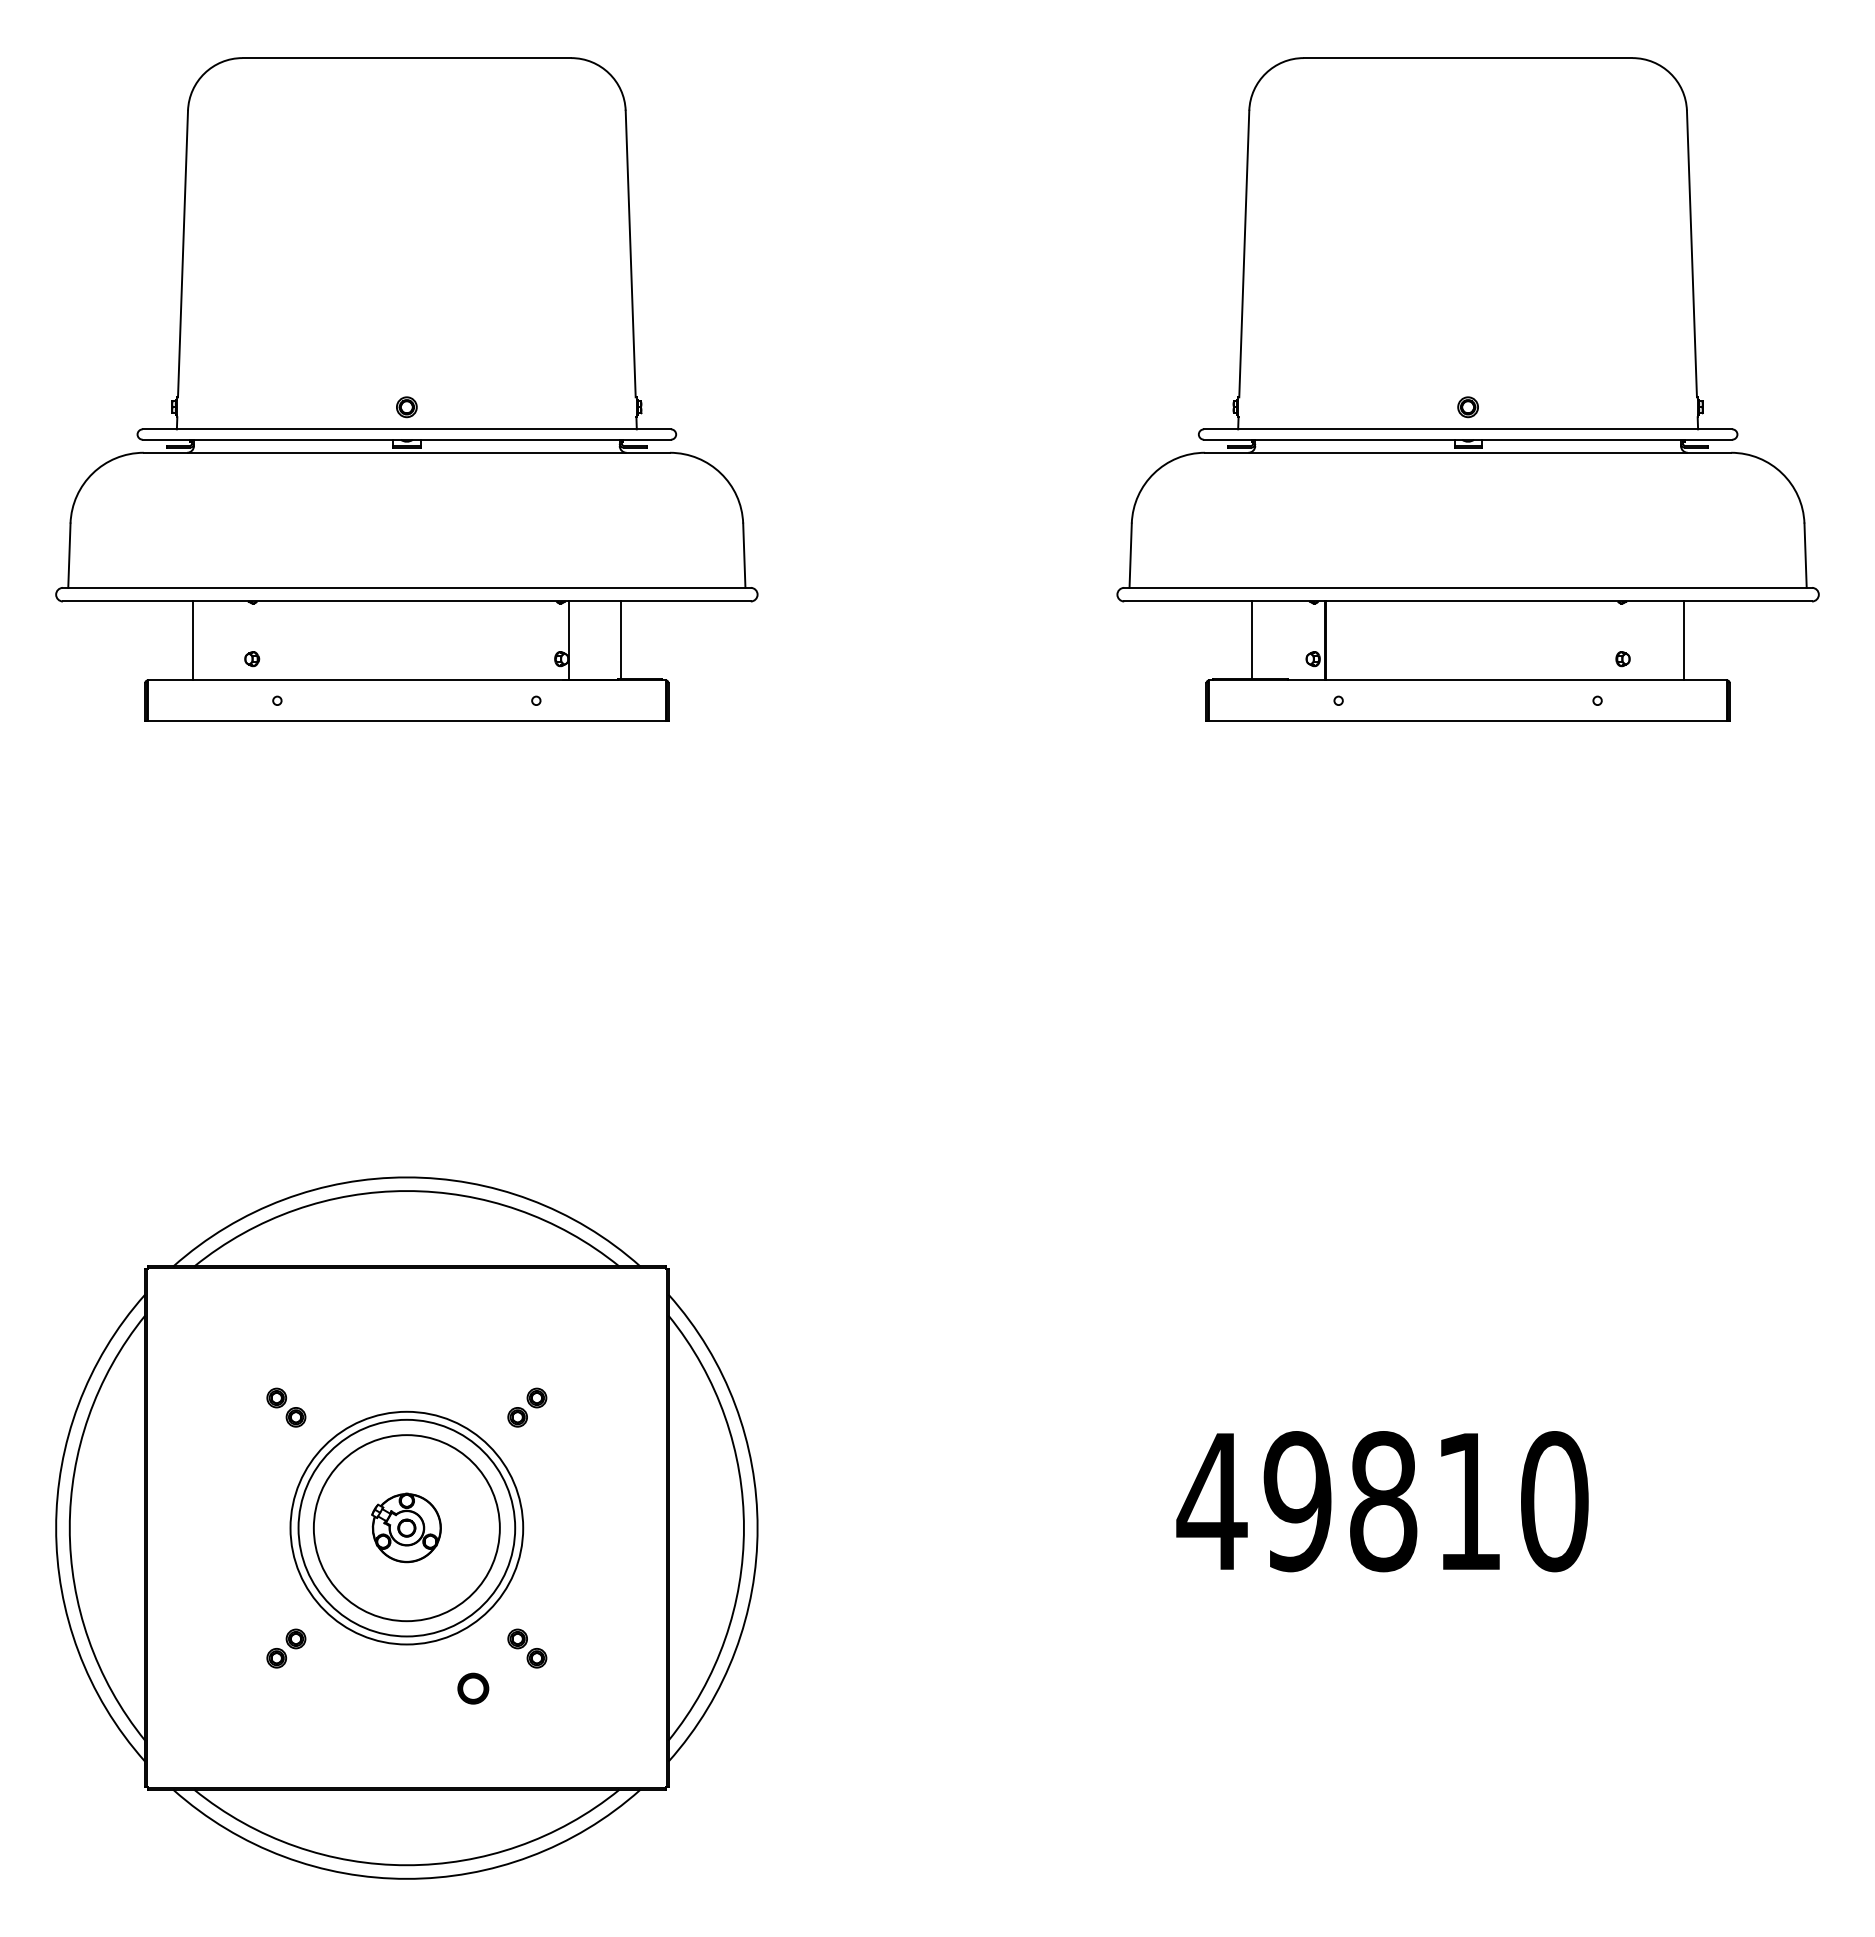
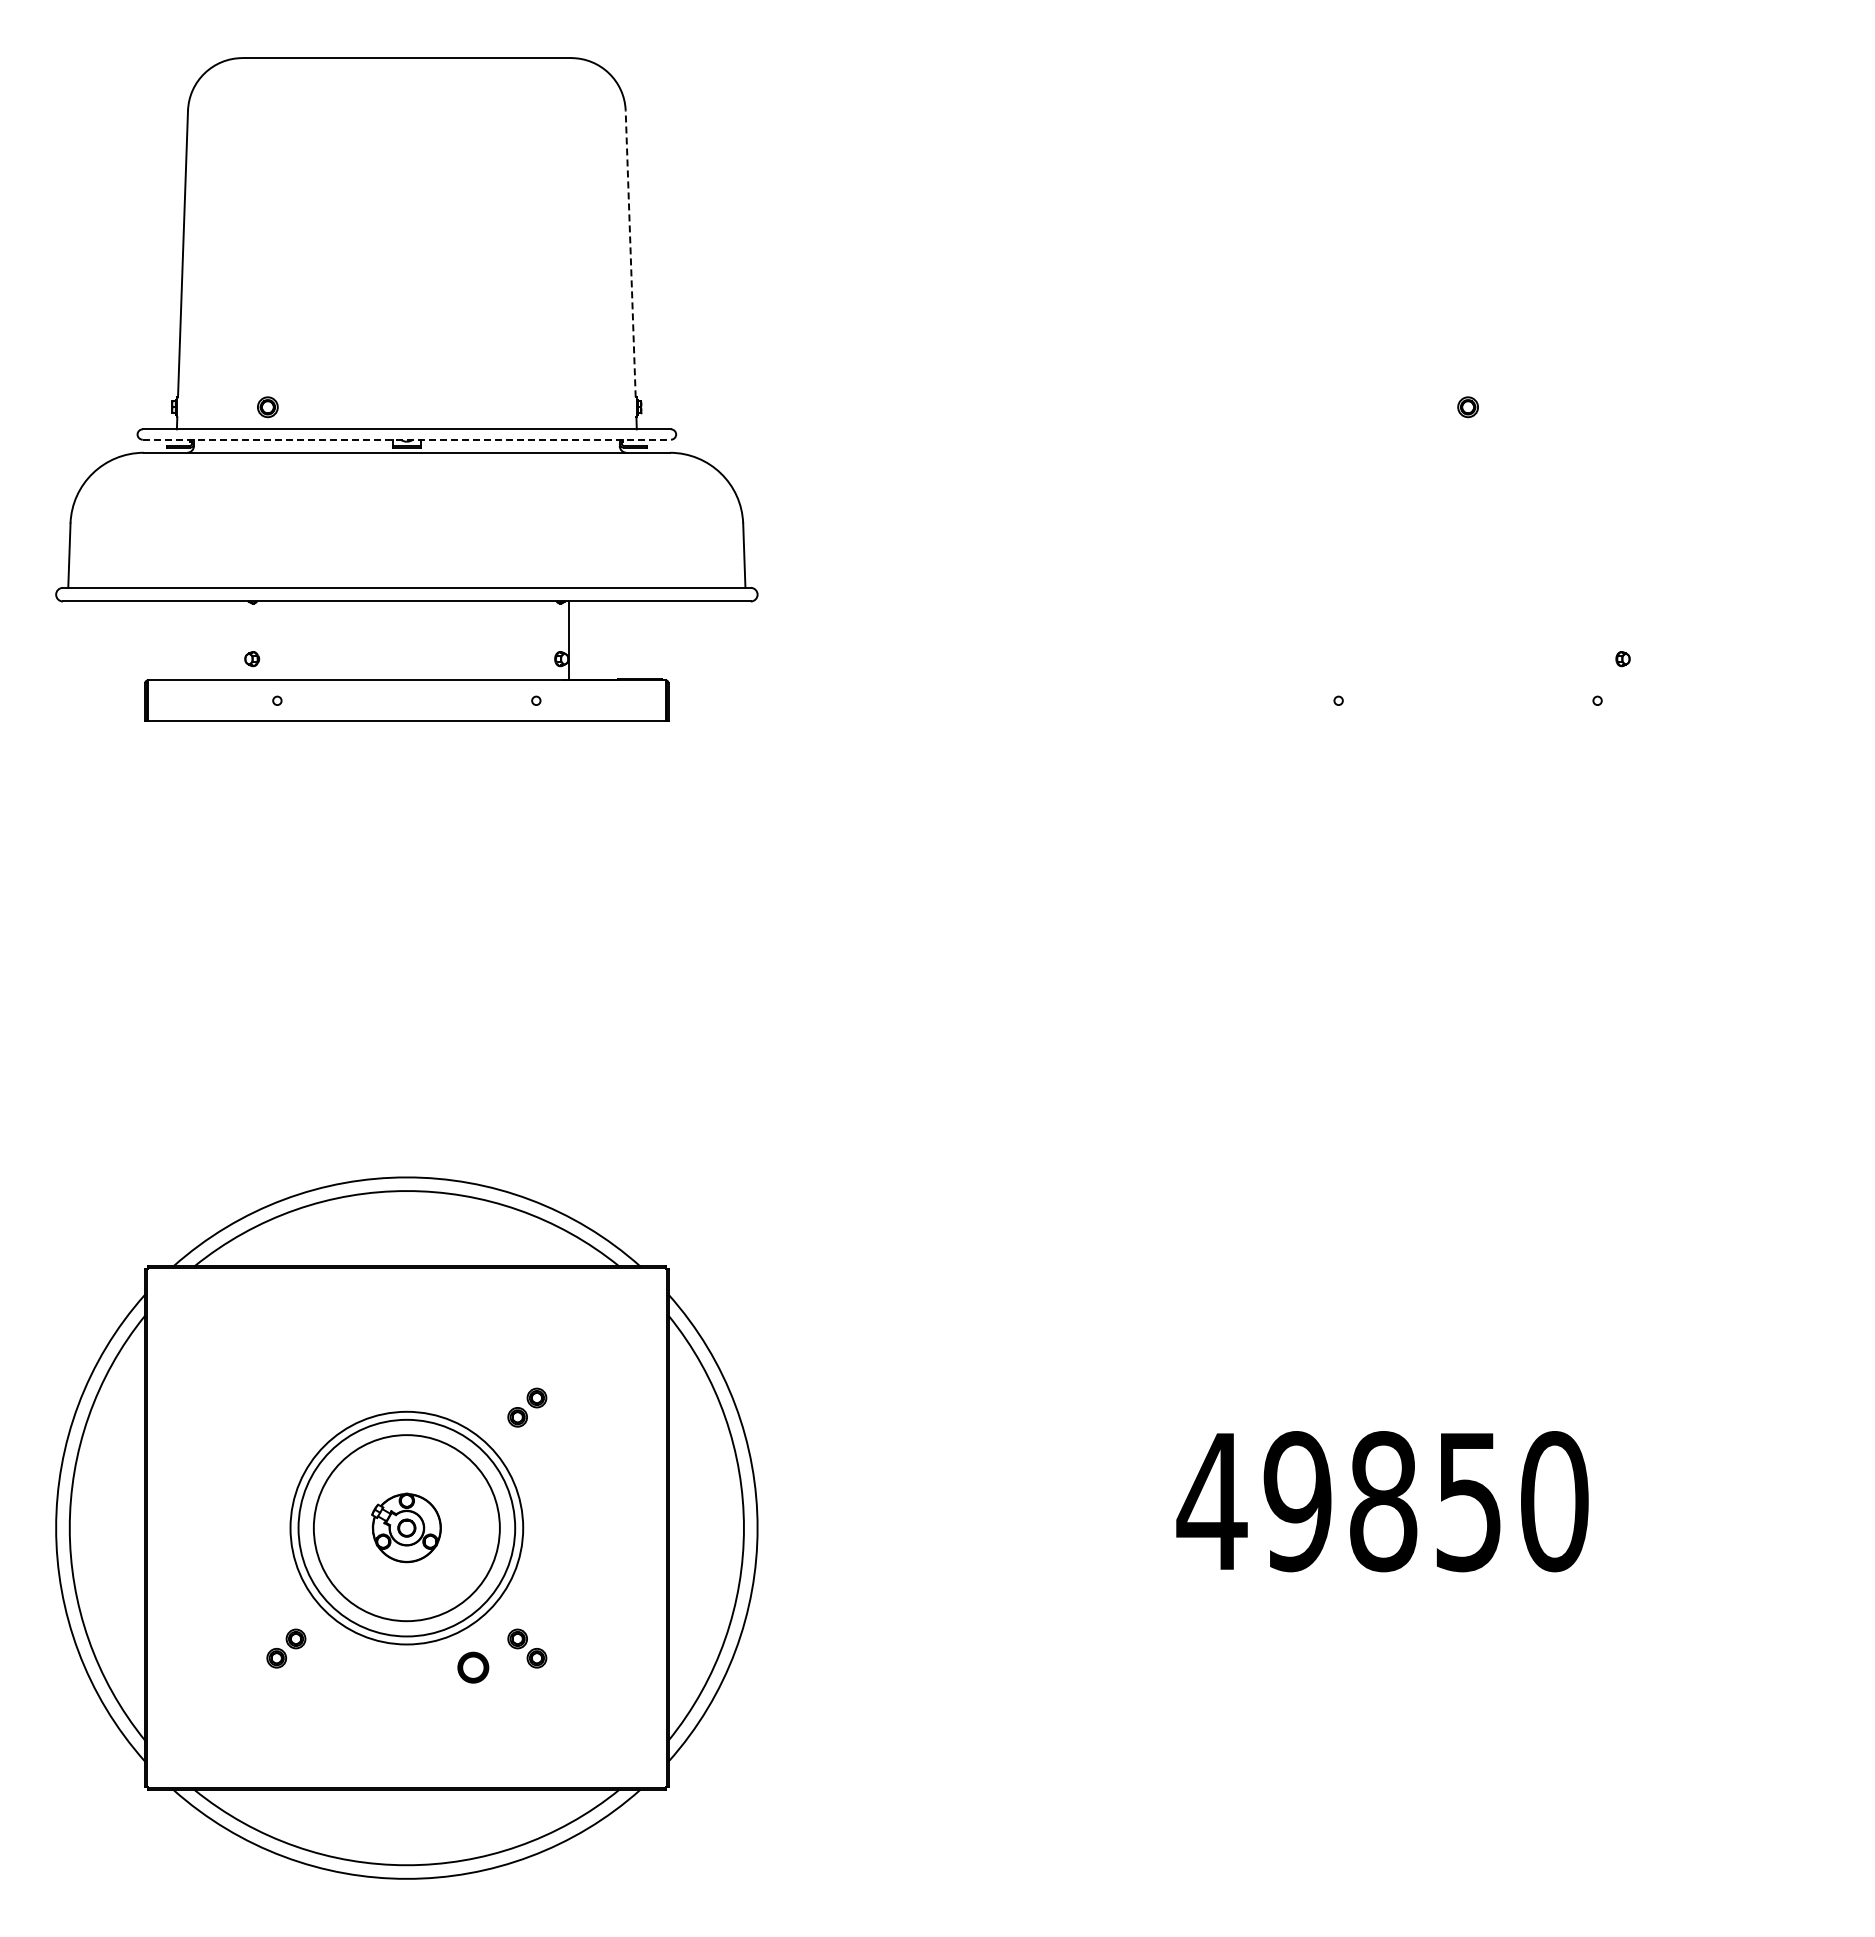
line at (630, 253): solid -> dashed
part at (1467, 389): present -> none
part at (406, 407) position: (406, 407) -> (267, 407)
line at (407, 439): solid -> dashed
line at (192, 640): present -> none
line at (621, 640): present -> none
part at (286, 1407): present -> none
text at (1468, 1502): 49810 -> 49850
part at (473, 1688) position: (473, 1688) -> (473, 1667)
